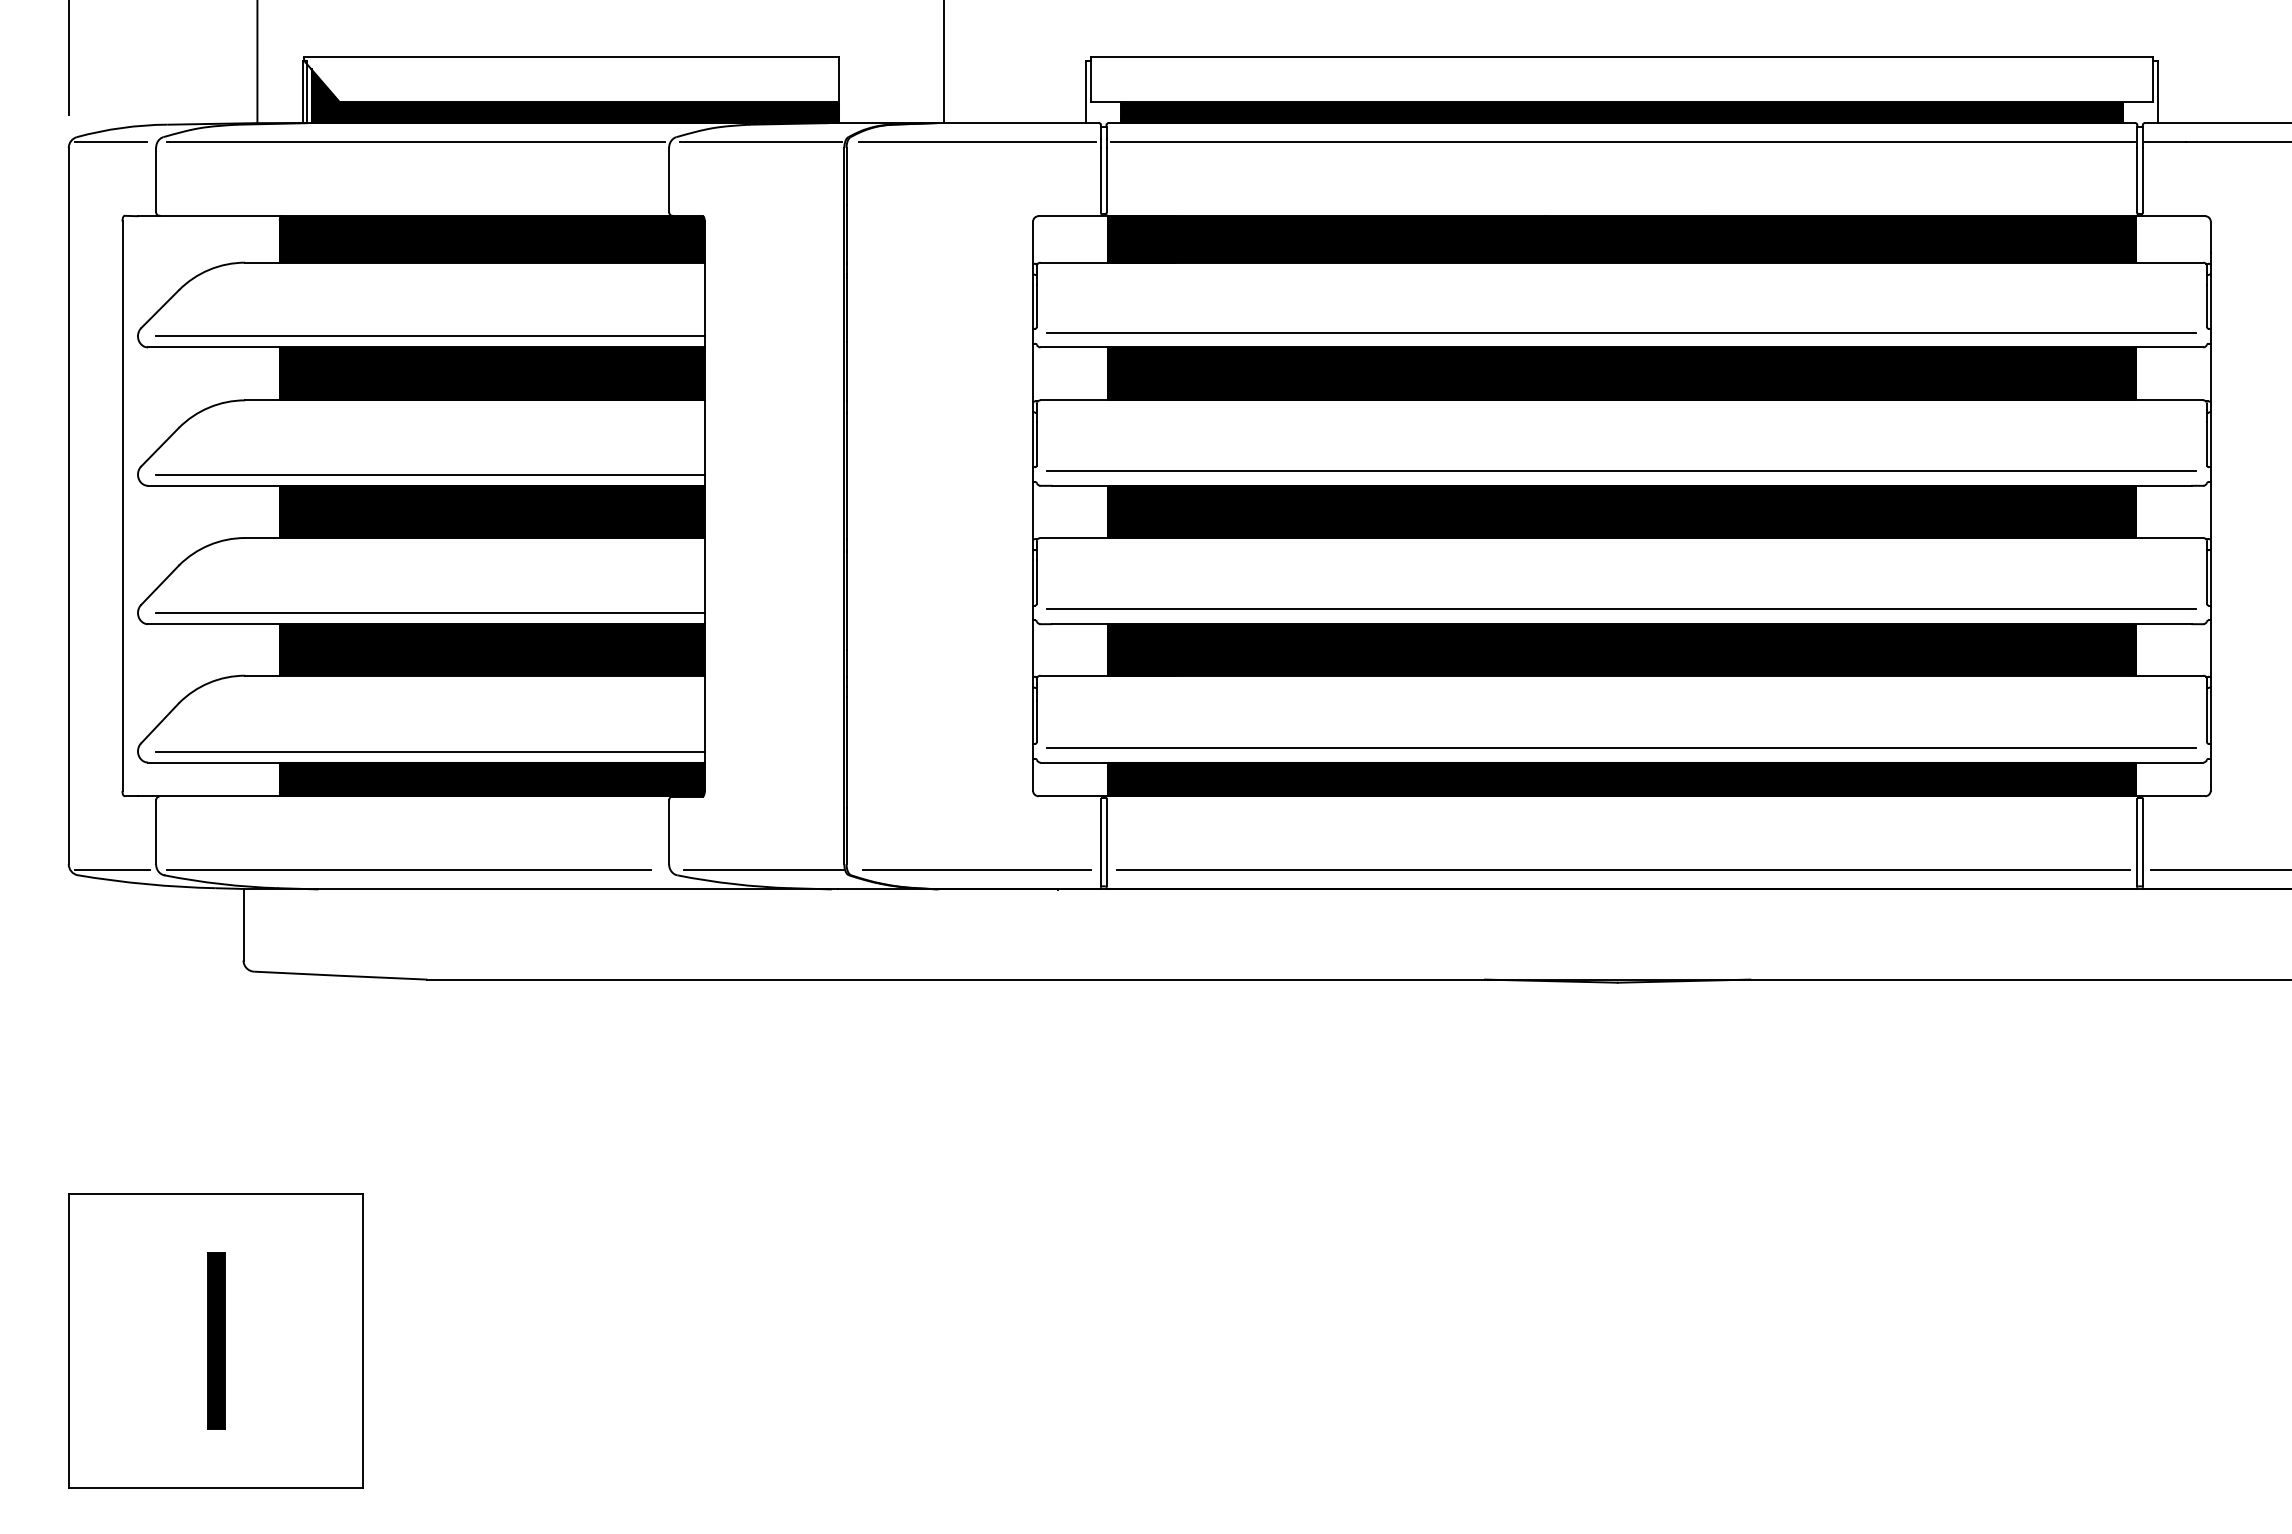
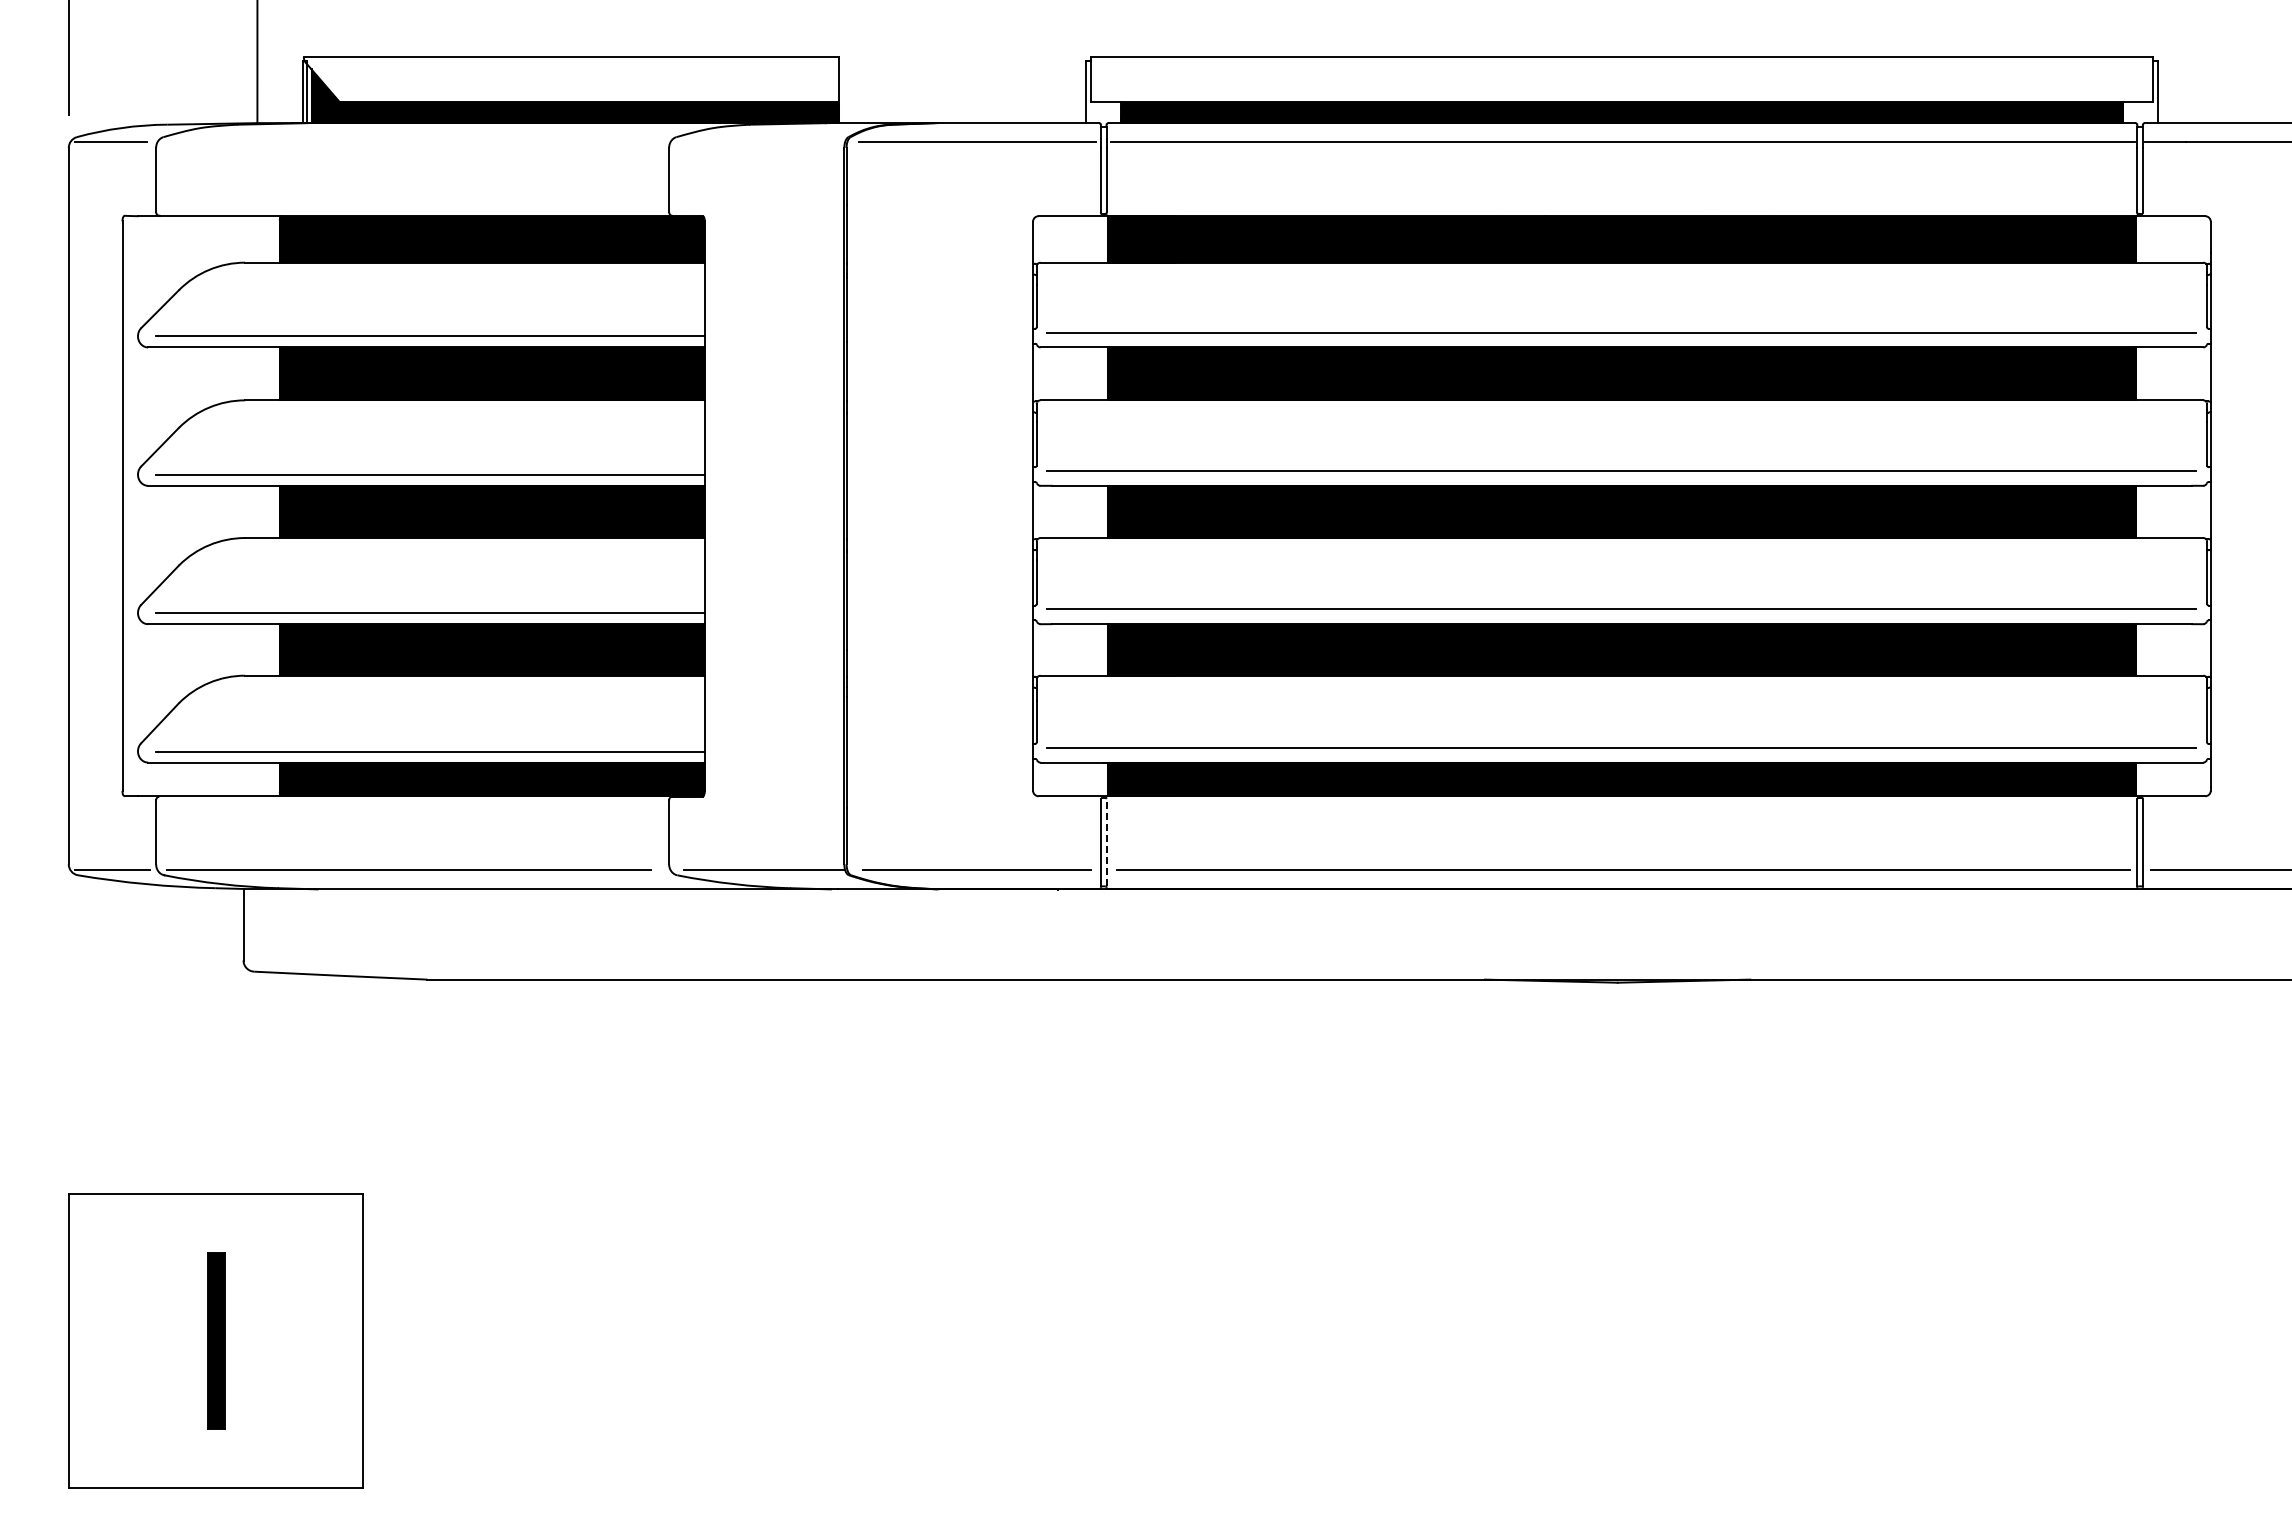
line at (943, 62): present -> none
line at (415, 142): present -> none
line at (761, 142): present -> none
line at (1106, 842): solid -> dashed
